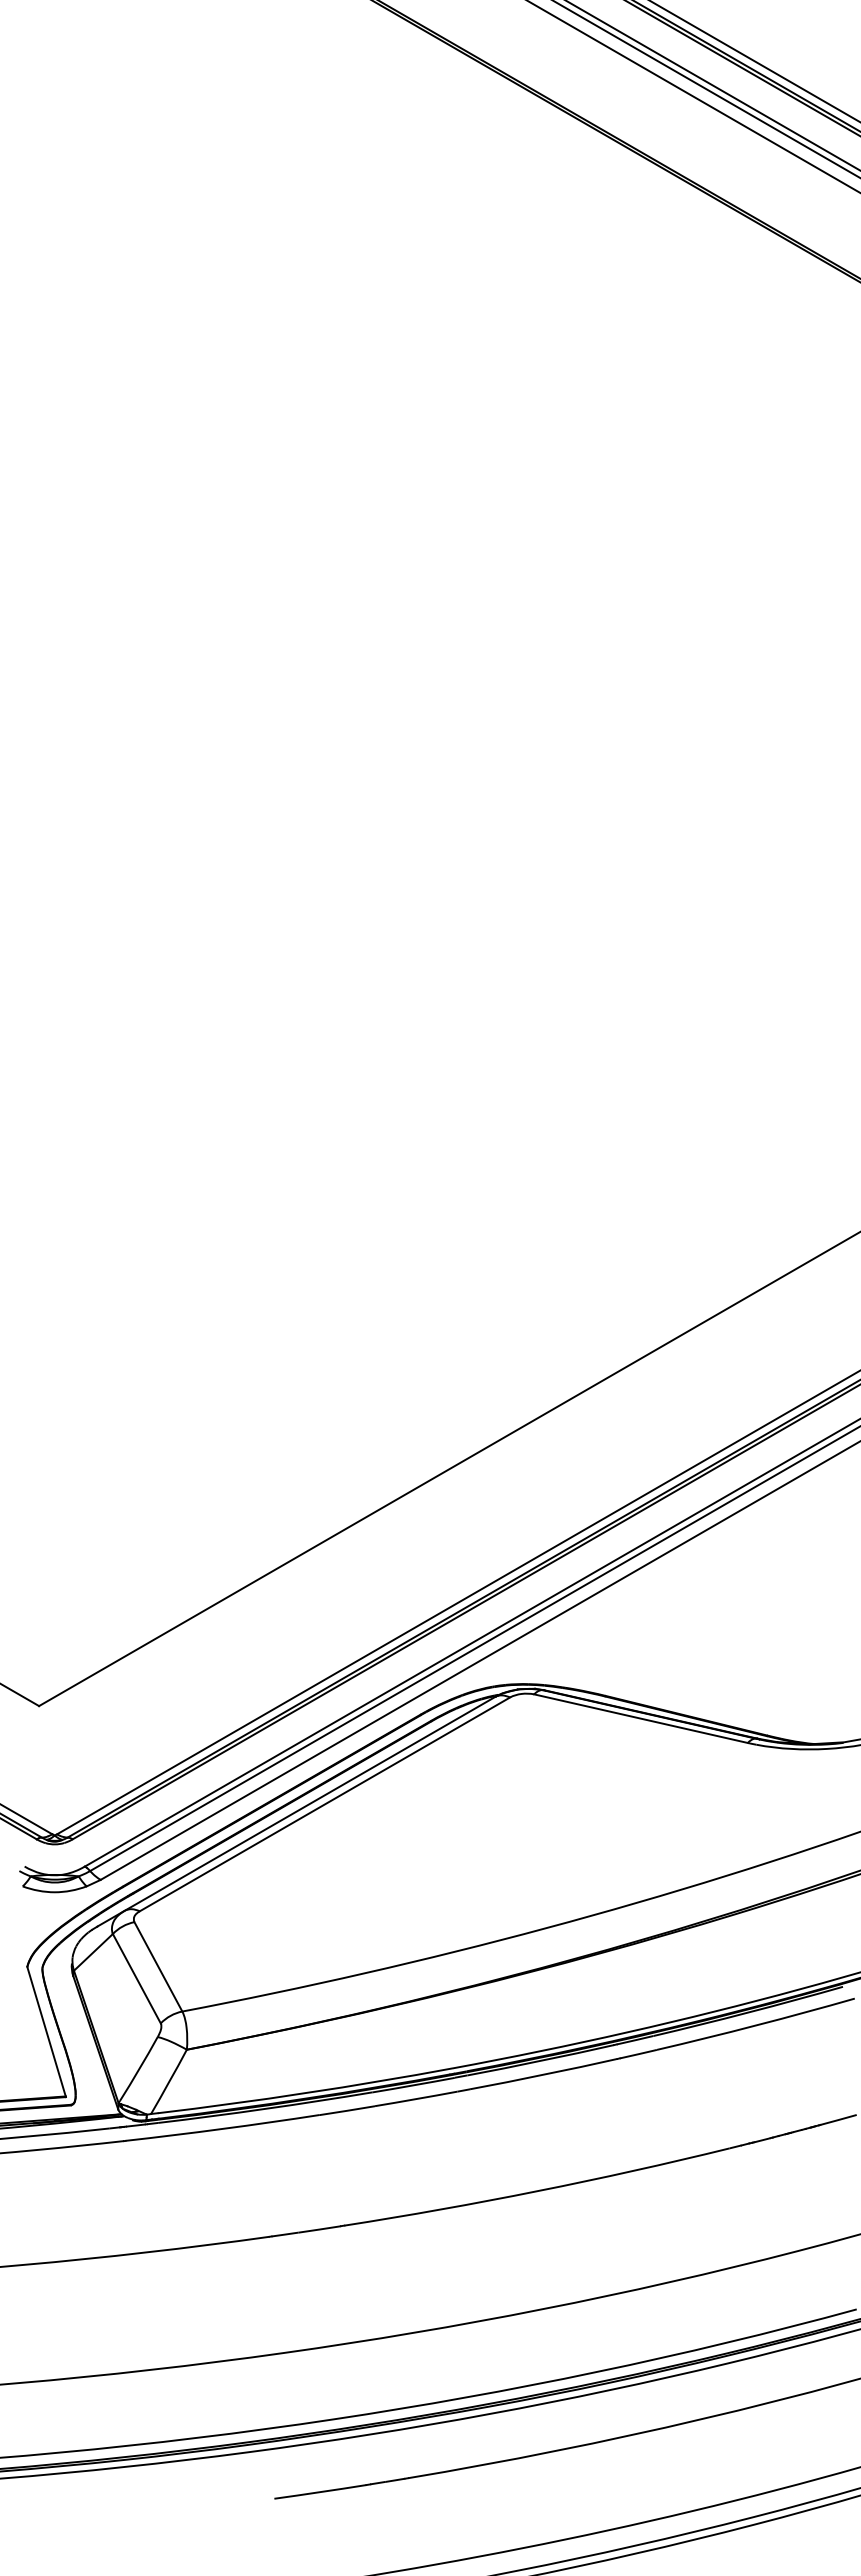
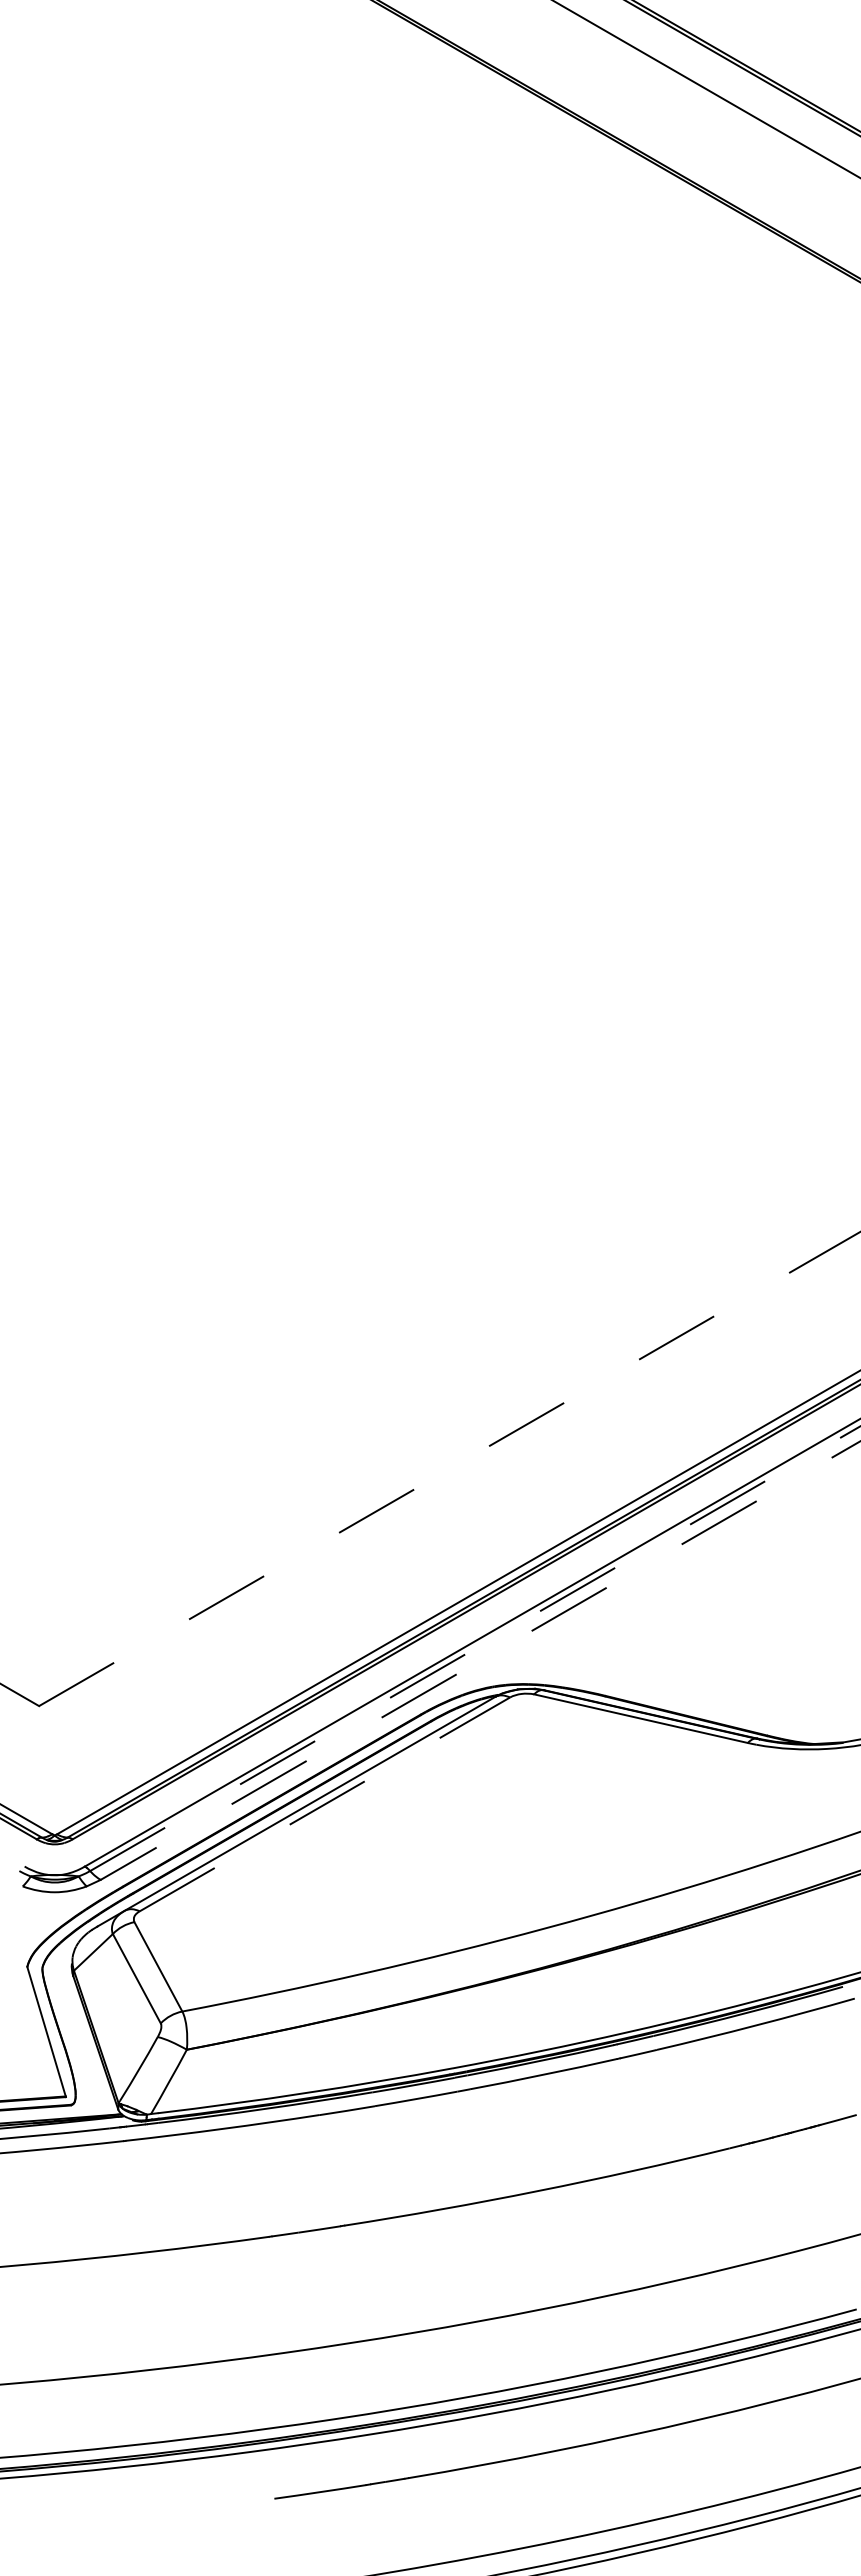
line at (754, 61): present -> none
line at (713, 85): present -> none
line at (693, 96): present -> none
line at (450, 1468): solid -> dashed
line at (475, 1648): solid -> dashed
line at (480, 1660): solid -> dashed
line at (324, 1804): solid -> dashed
